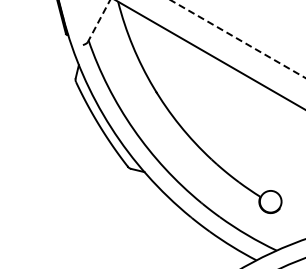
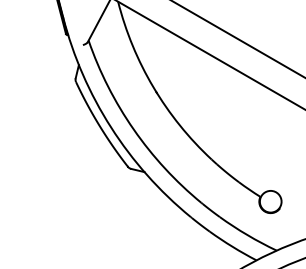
line at (98, 21): dashed -> solid
line at (238, 39): dashed -> solid
